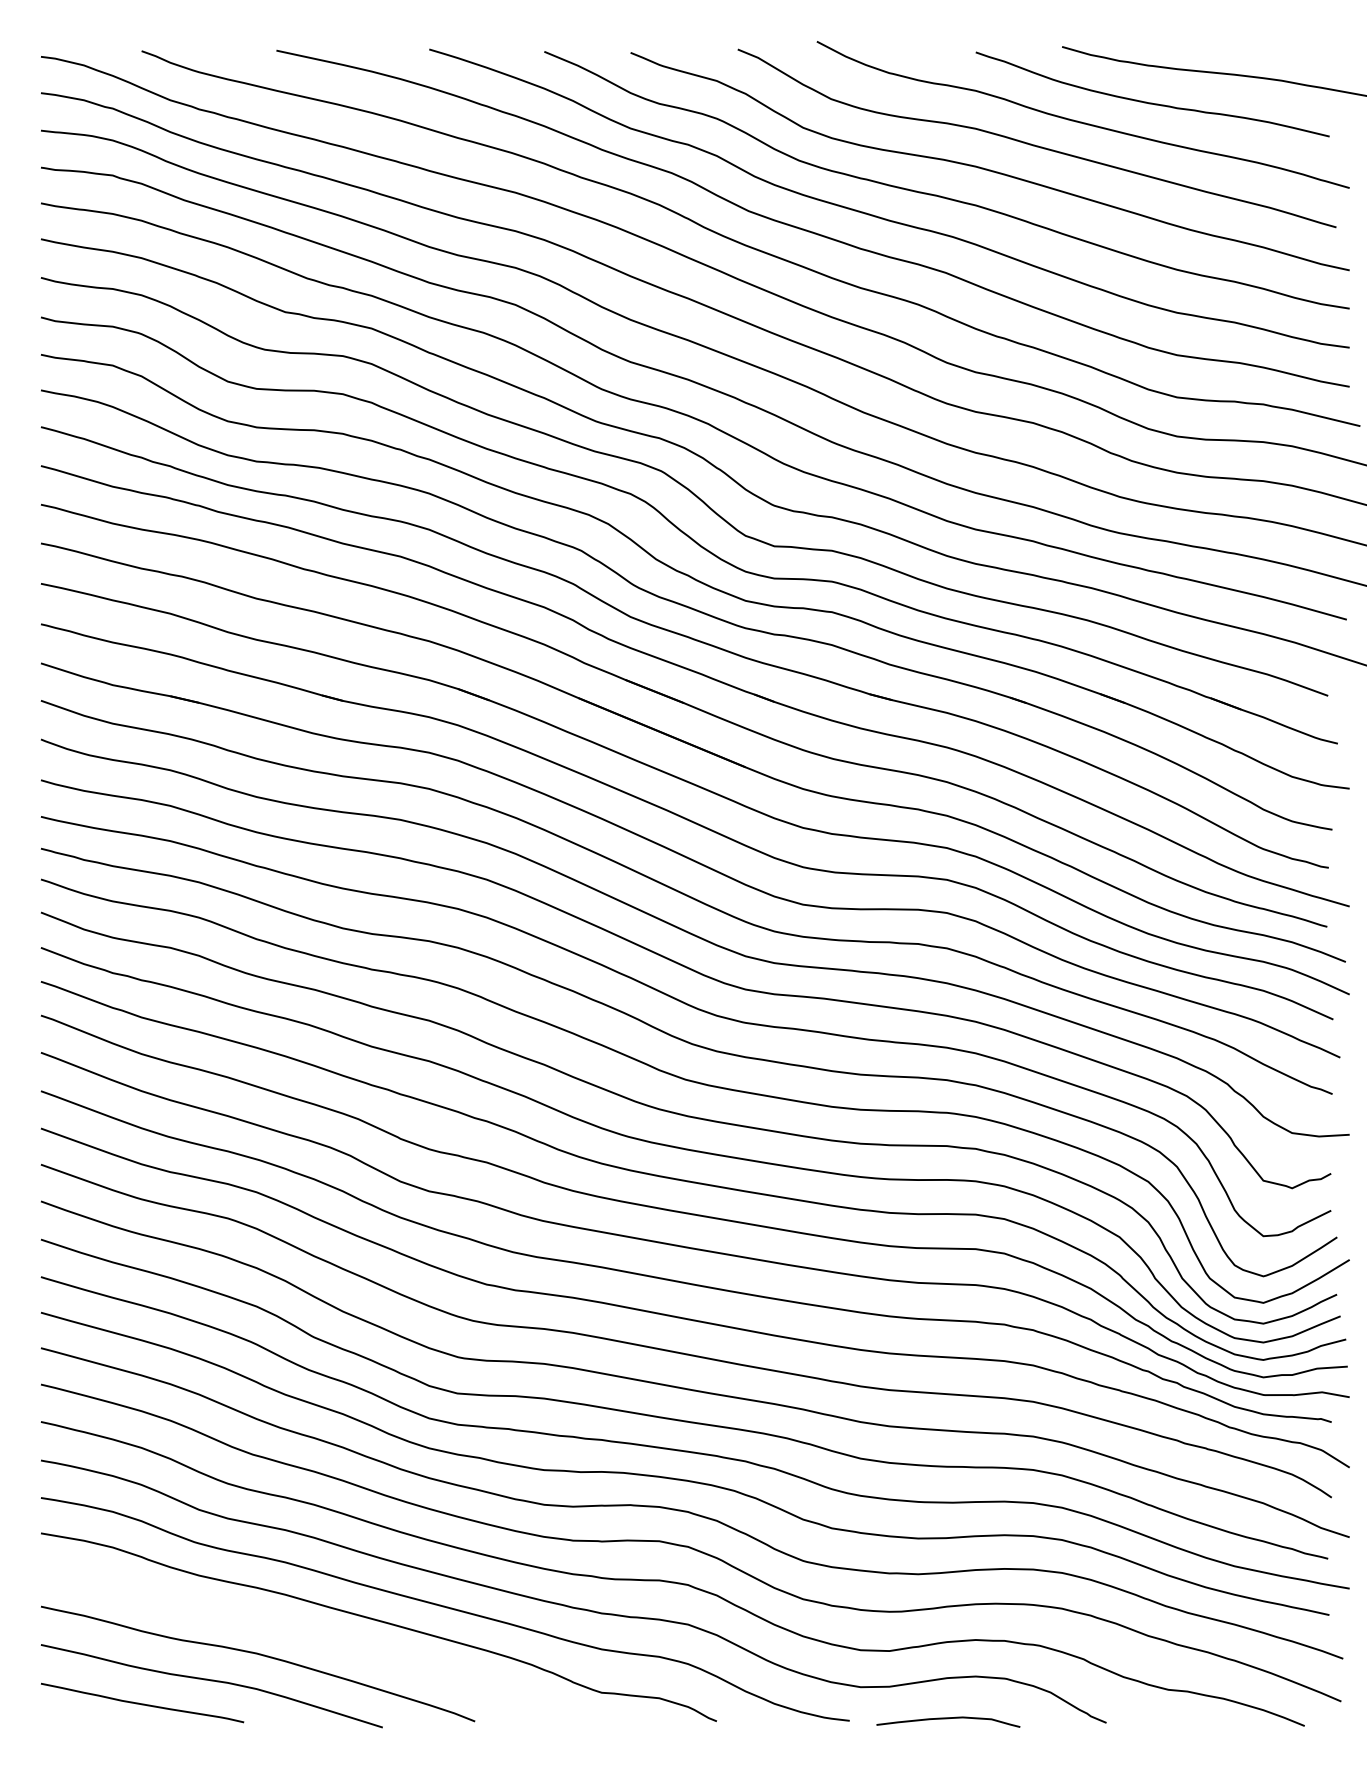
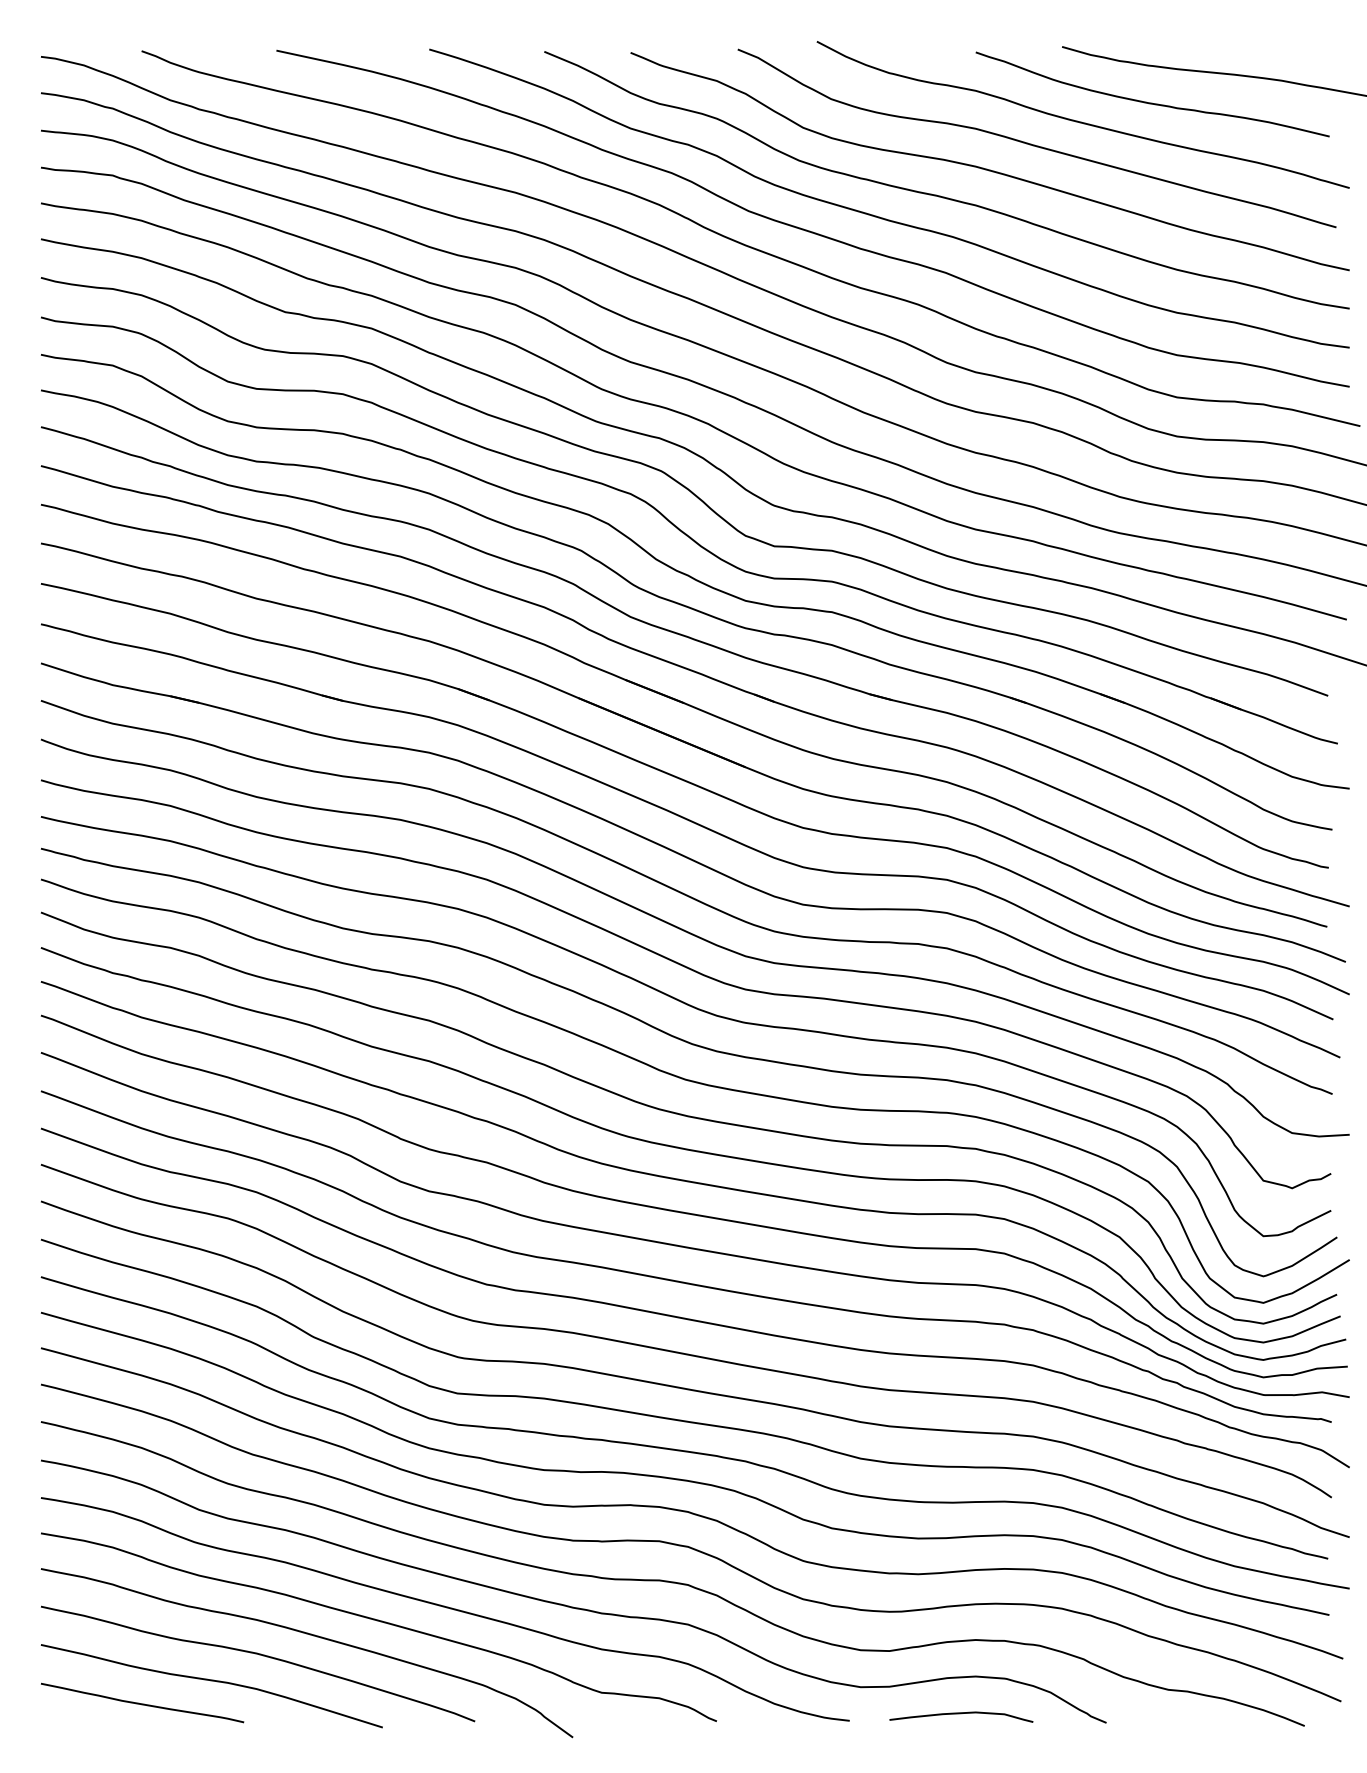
curve at (309, 1635): none -> present
curve at (948, 1719) position: (948, 1719) -> (961, 1714)
